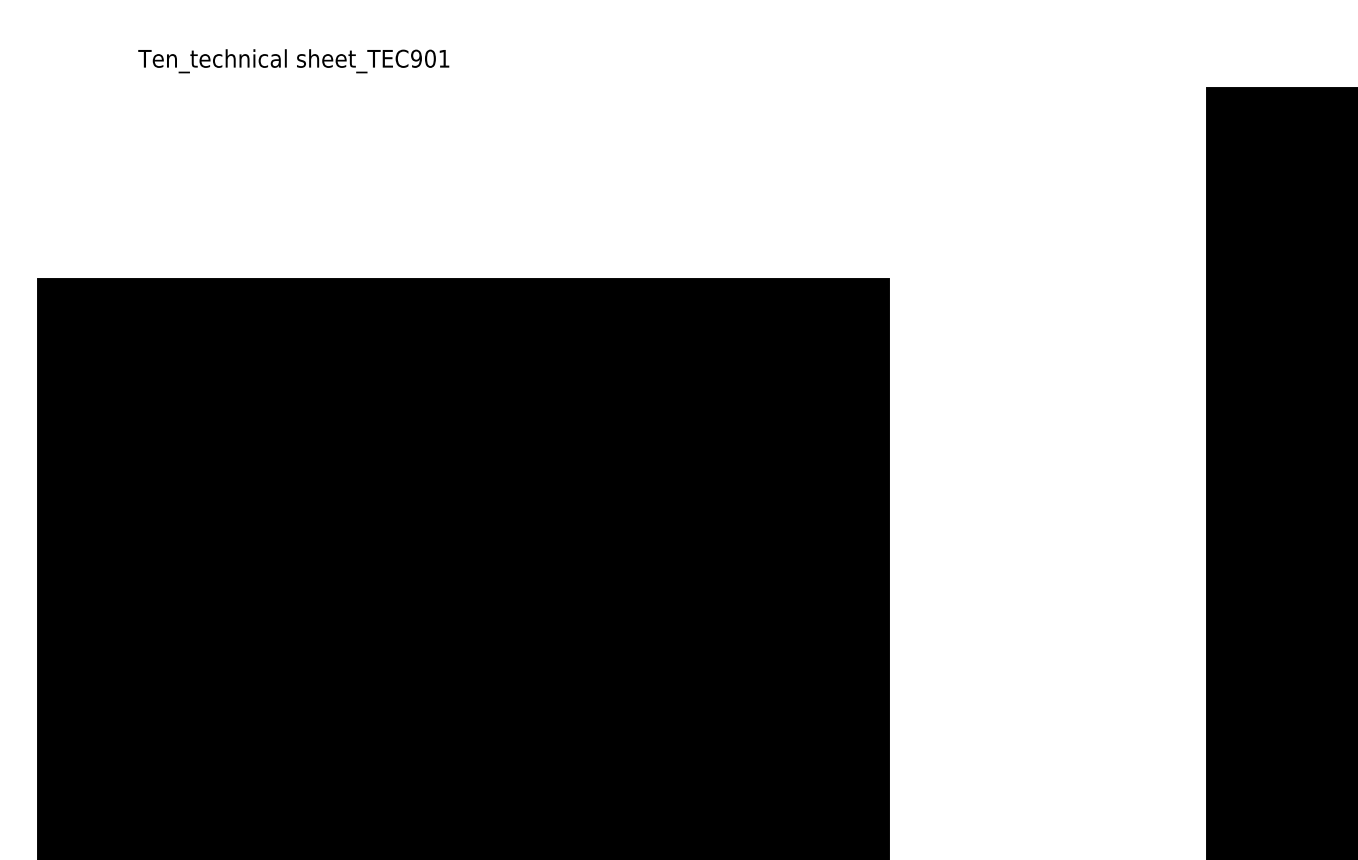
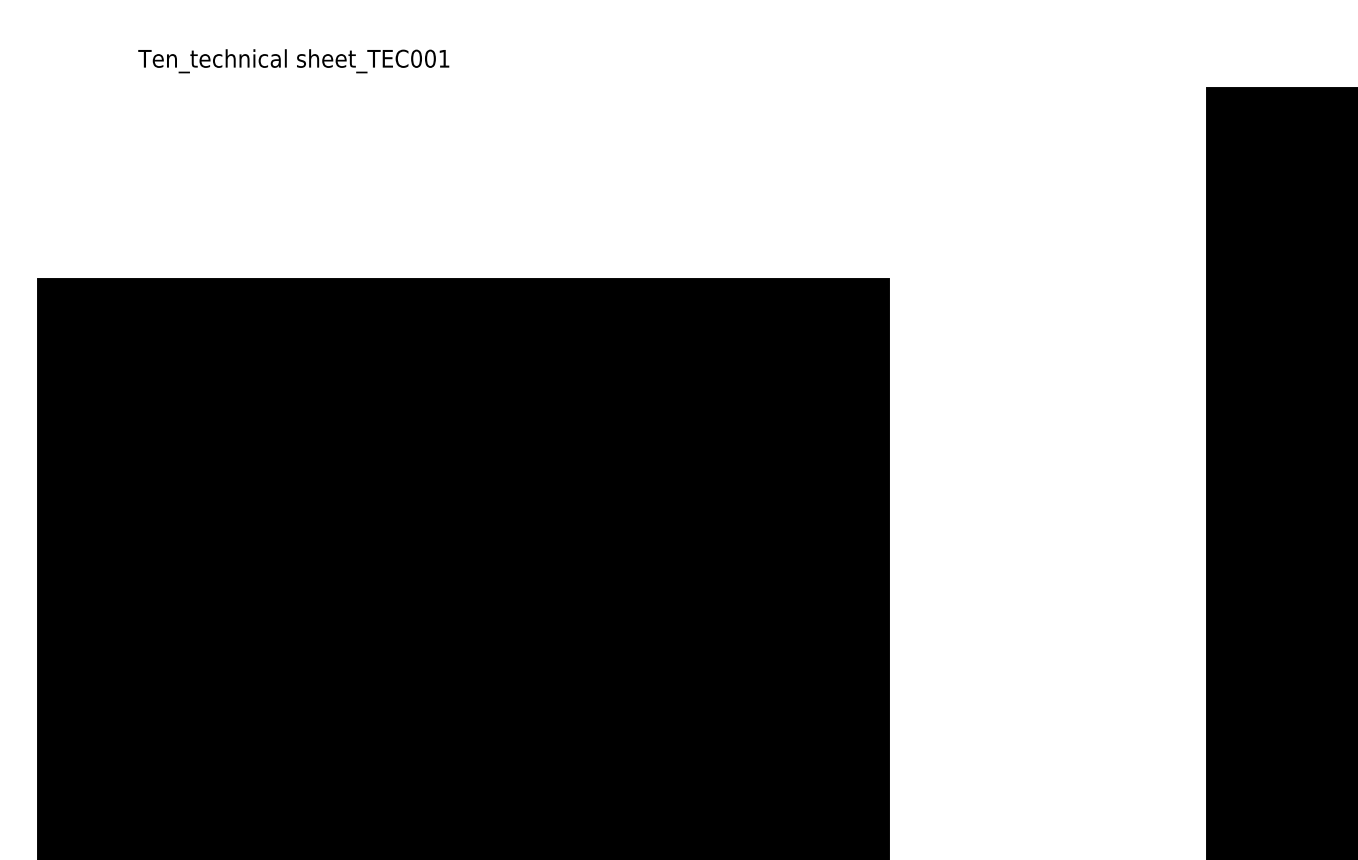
text at (416, 58): sheet_TEC901 -> sheet_TEC001
